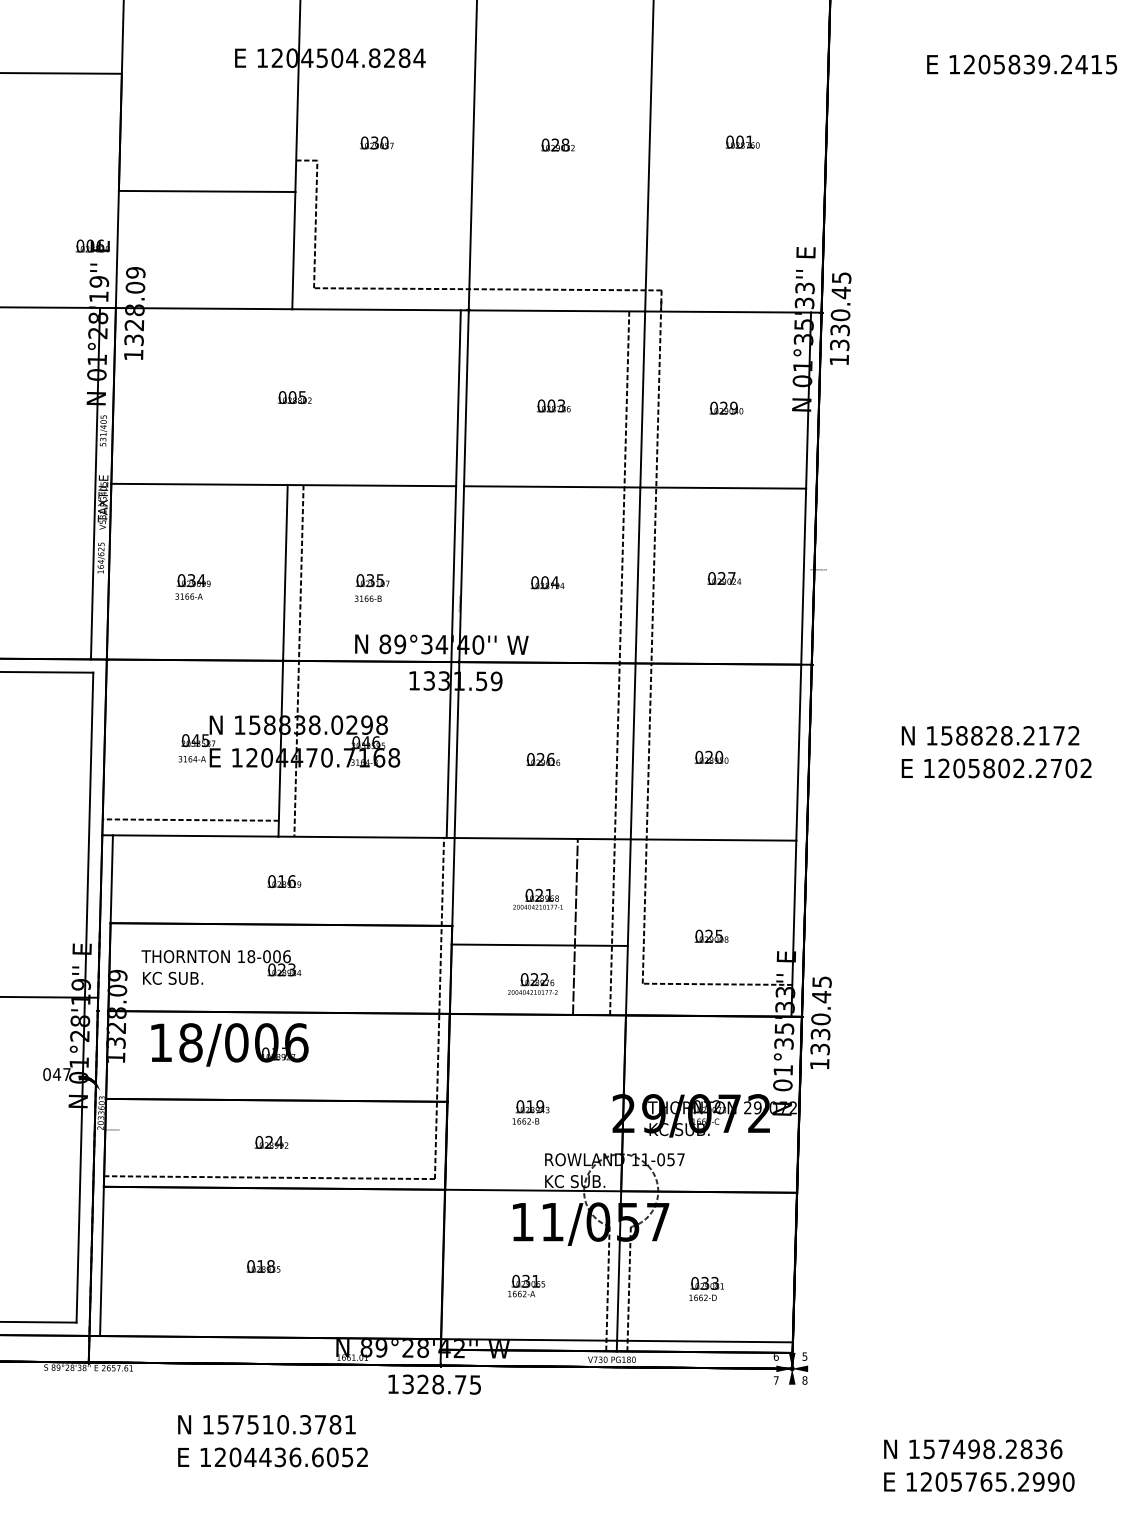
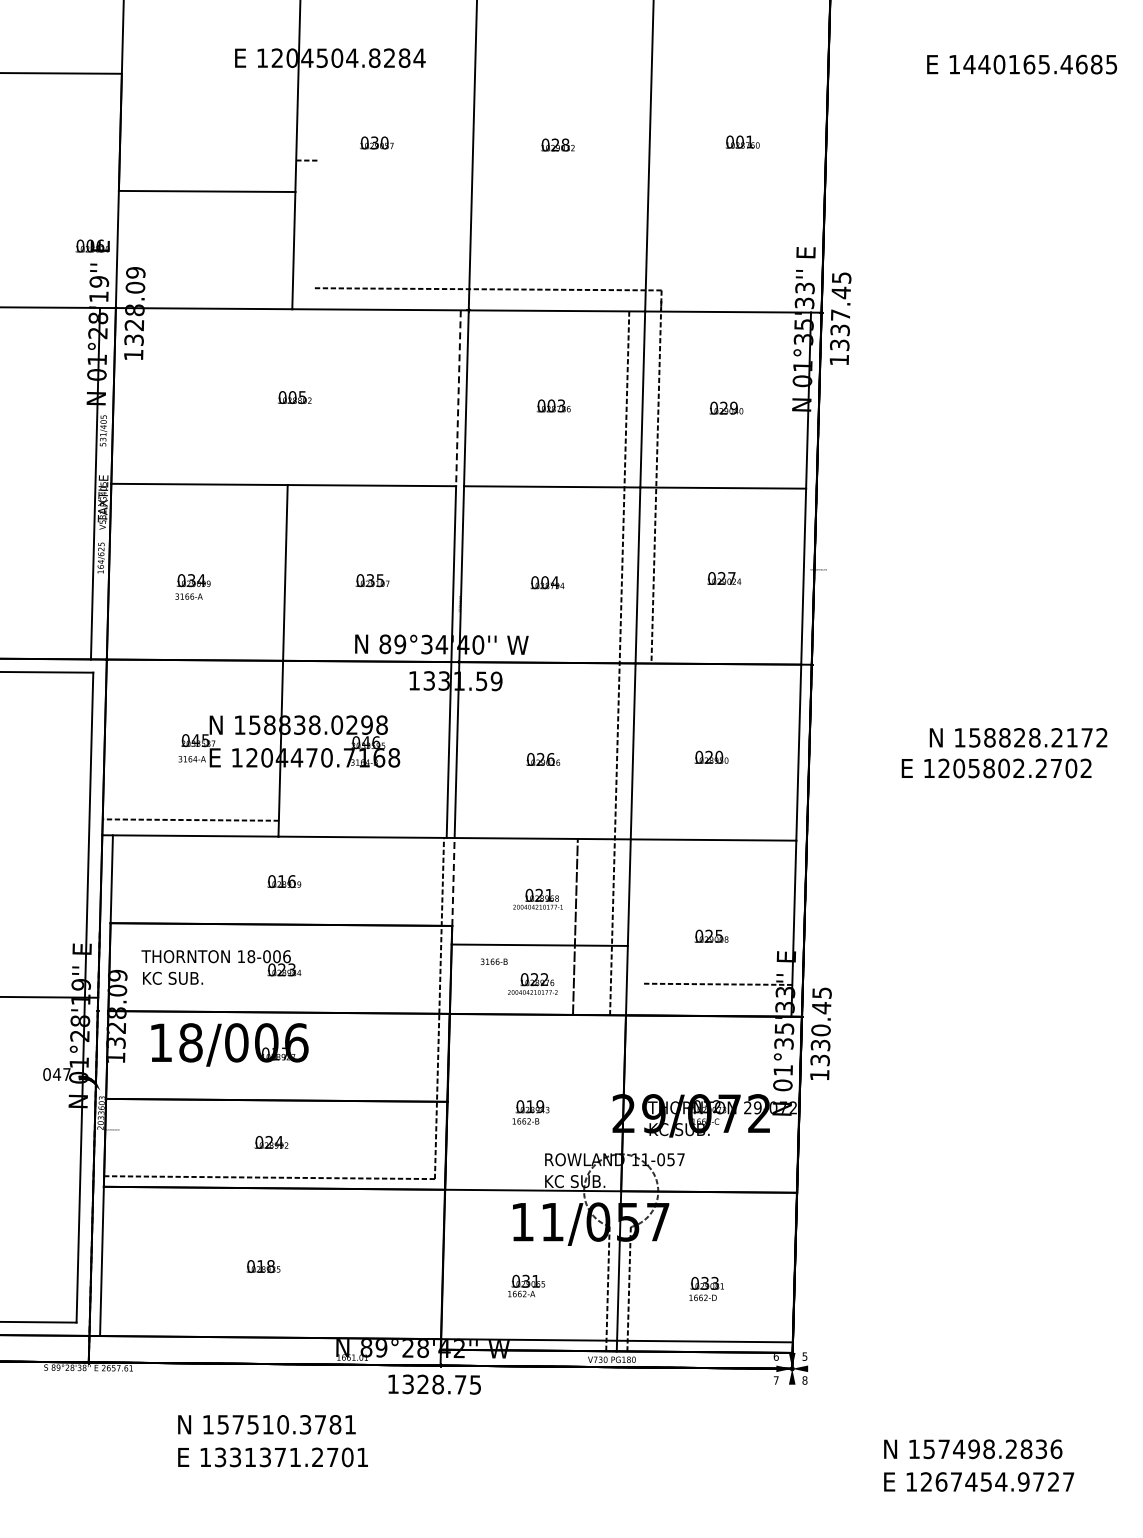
text at (1032, 64): 1205839.2415 -> 1440165.4685
line at (315, 224): present -> none
text at (840, 315): 1330.45 -> 1337.45
line at (458, 398): solid -> dashed
text at (367, 598) position: (367, 598) -> (493, 961)
line at (298, 660): present -> none
text at (990, 735) position: (990, 735) -> (1018, 737)
line at (646, 823): present -> none
line at (453, 881): solid -> dashed
text at (820, 1022) position: (820, 1022) -> (820, 1033)
text at (290, 1457): 1204436.6052 -> 1331371.2701
text at (1004, 1481): 1205765.2990 -> 1267454.9727
